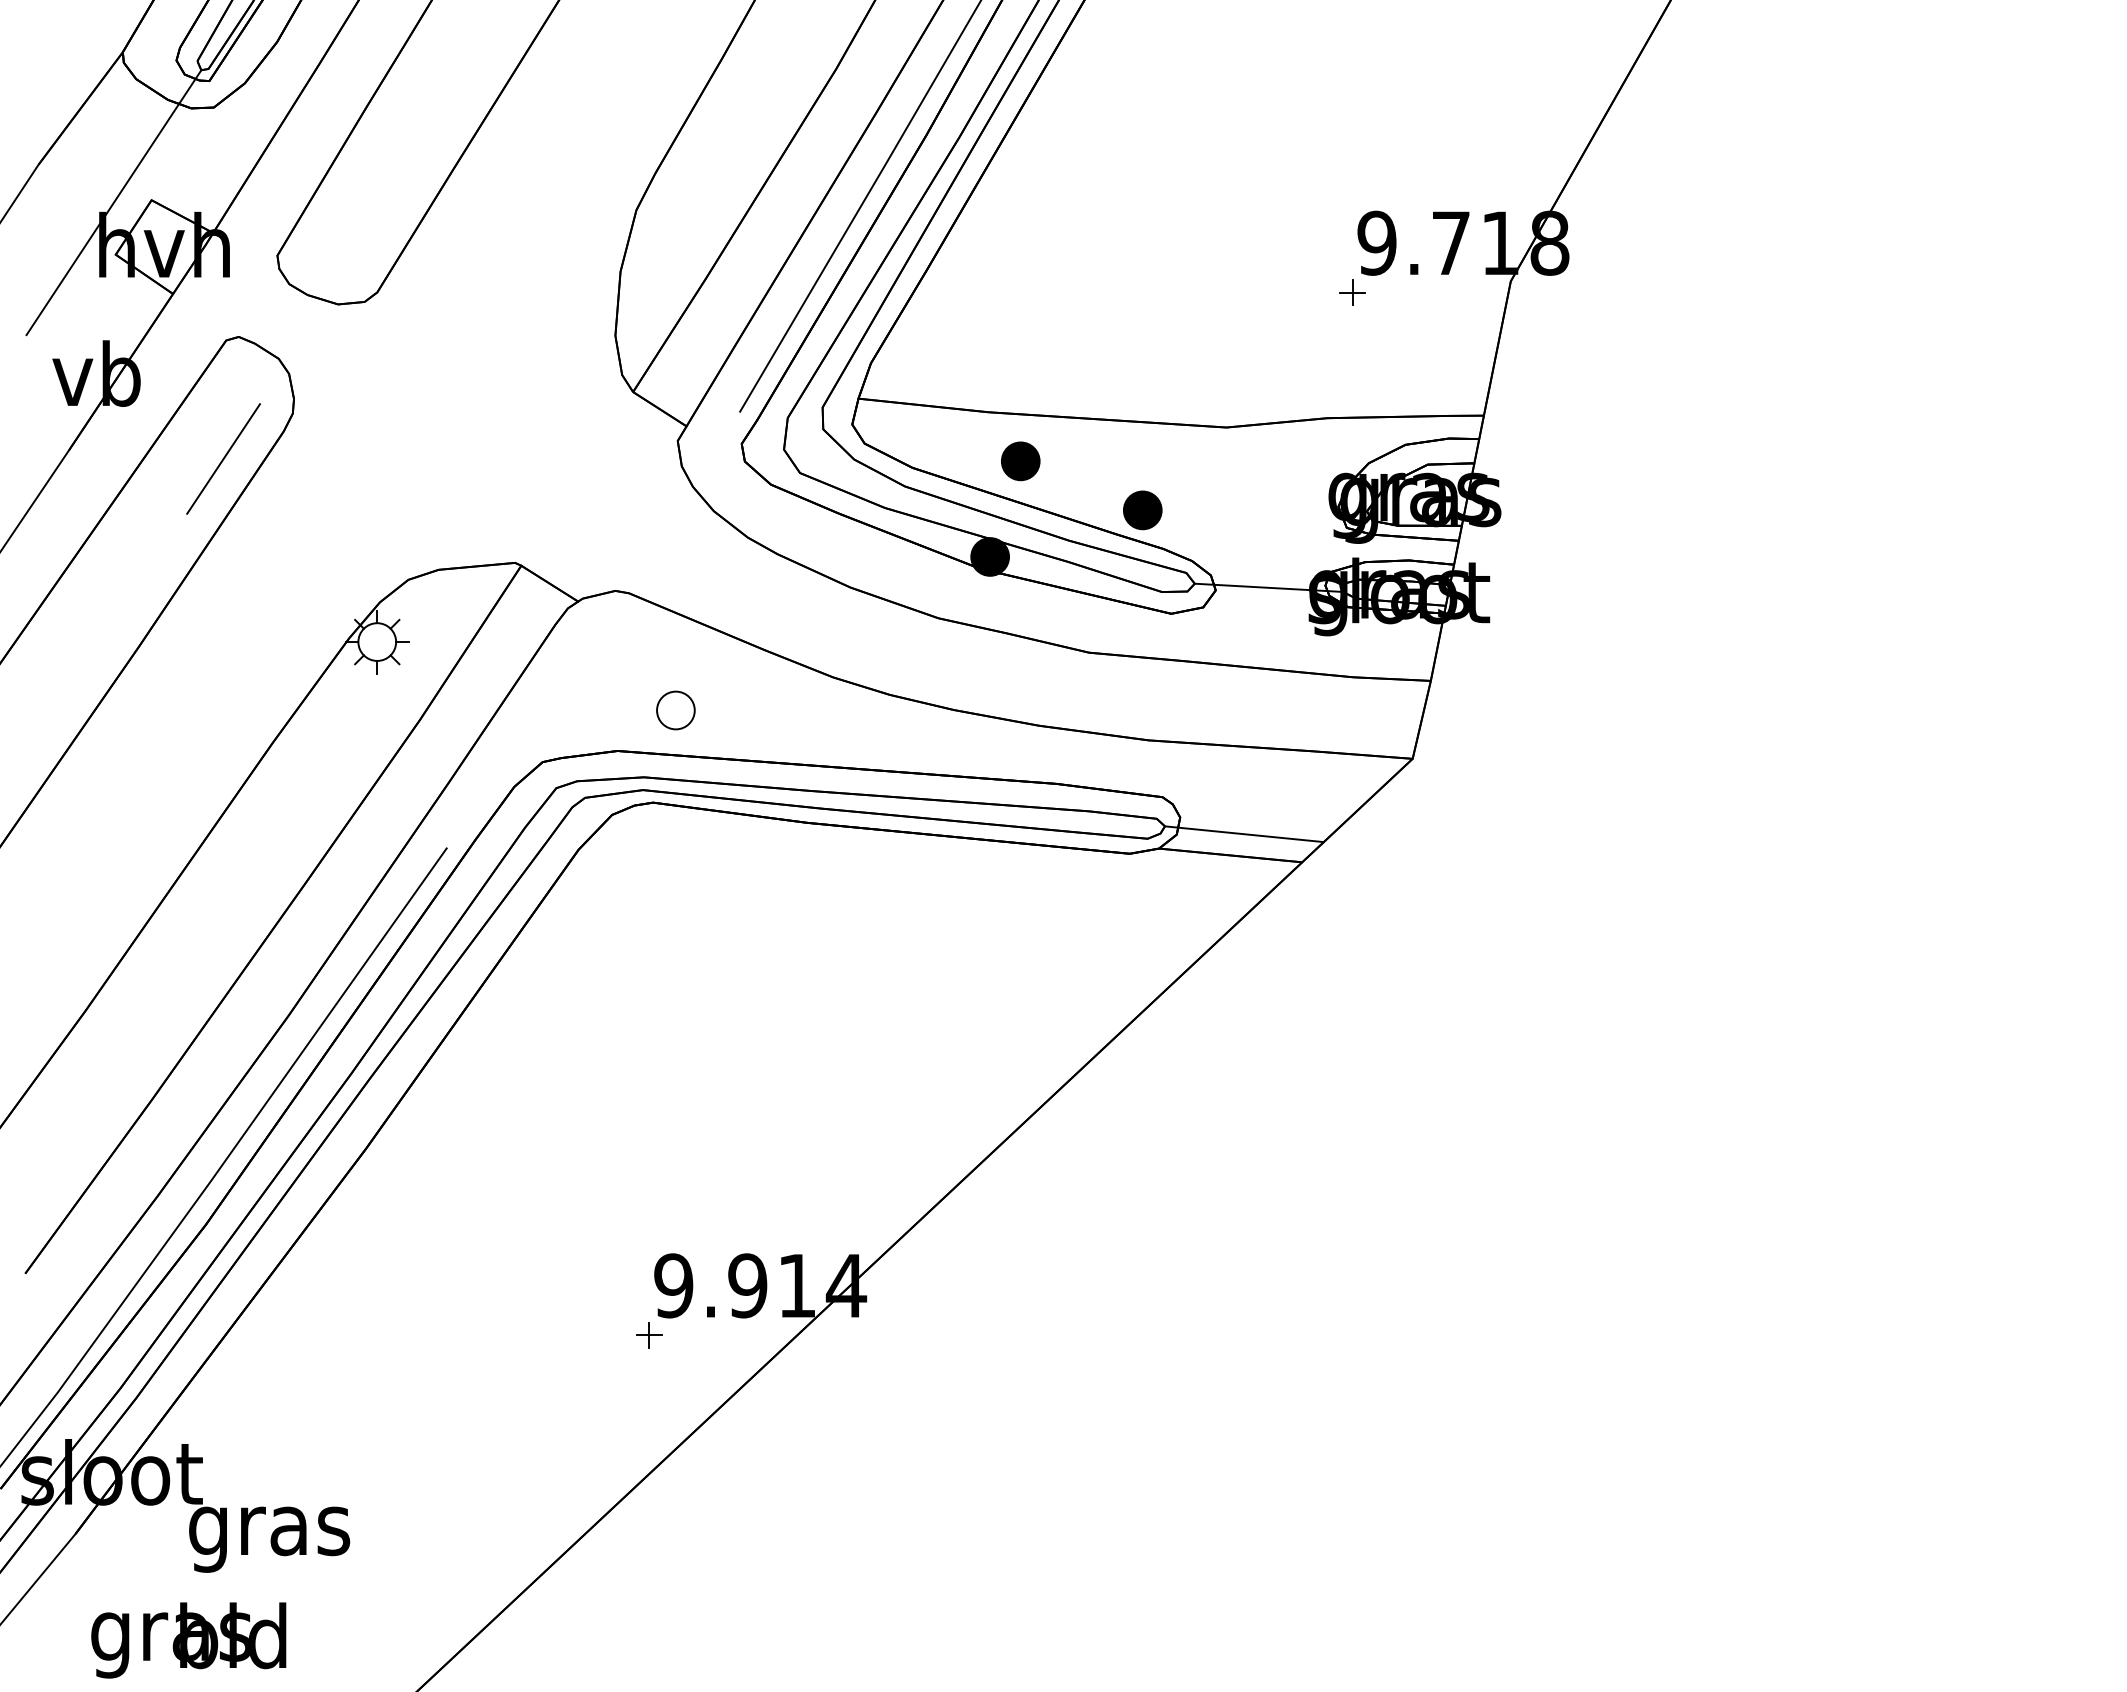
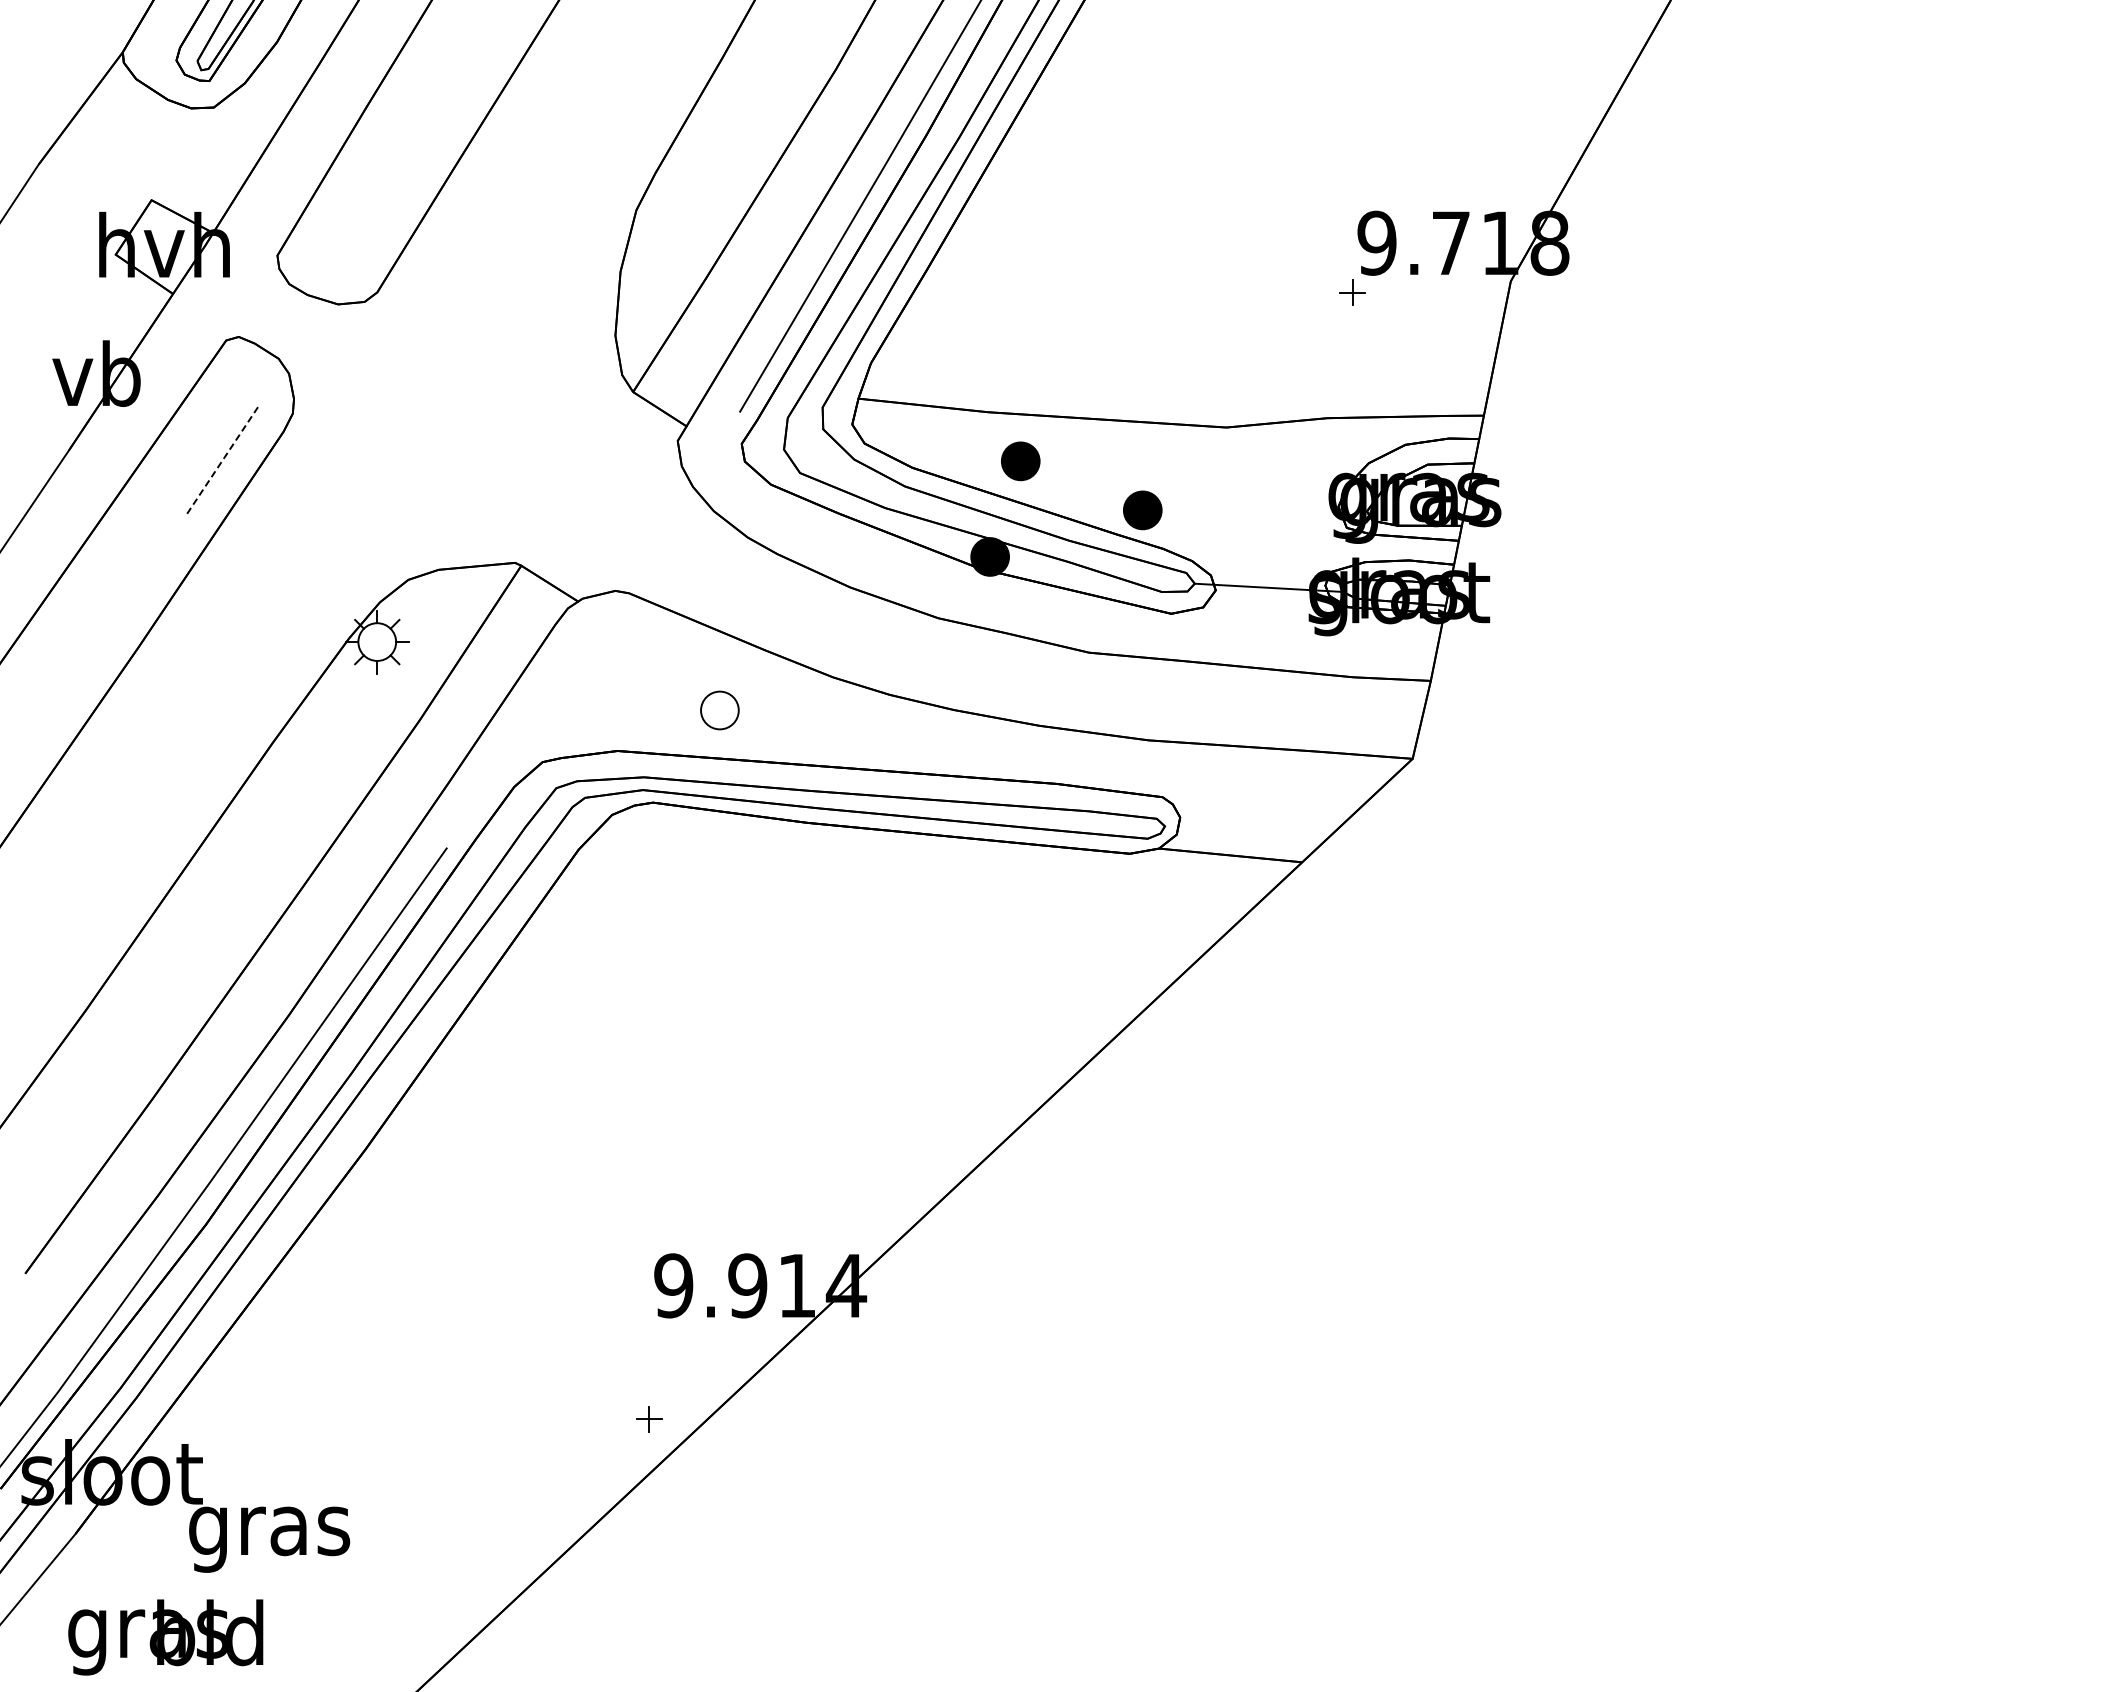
line at (113, 202): present -> none
line at (223, 459): solid -> dashed
part at (675, 710) position: (675, 710) -> (719, 710)
line at (1243, 834): present -> none
part at (649, 1335) position: (649, 1335) -> (649, 1419)
text at (188, 1640) position: (188, 1640) -> (165, 1637)
